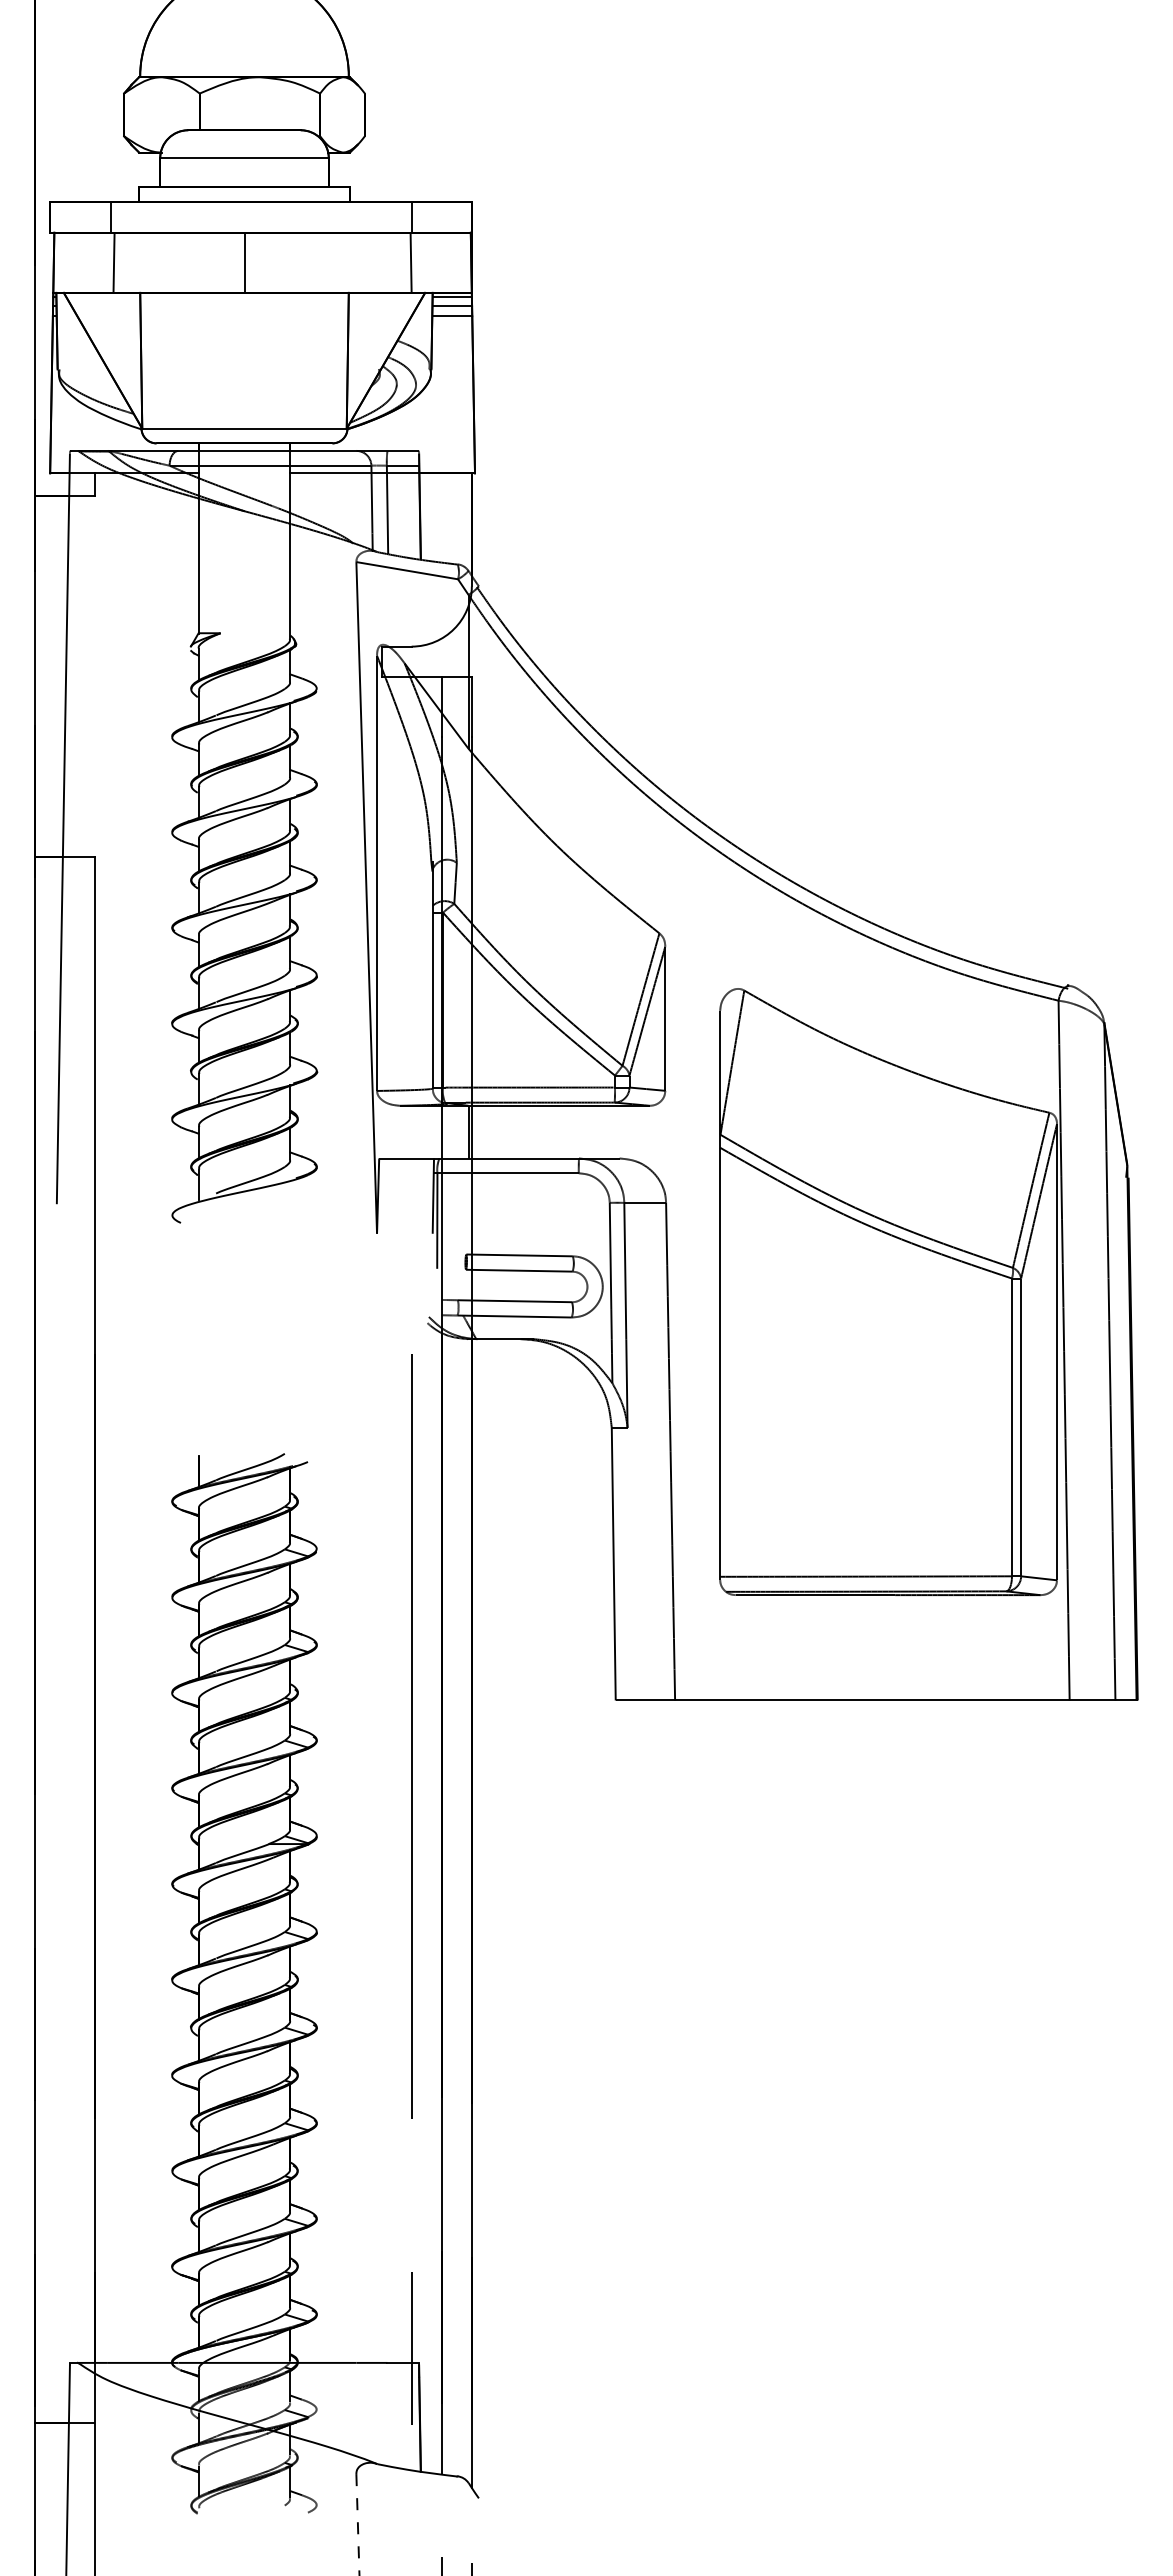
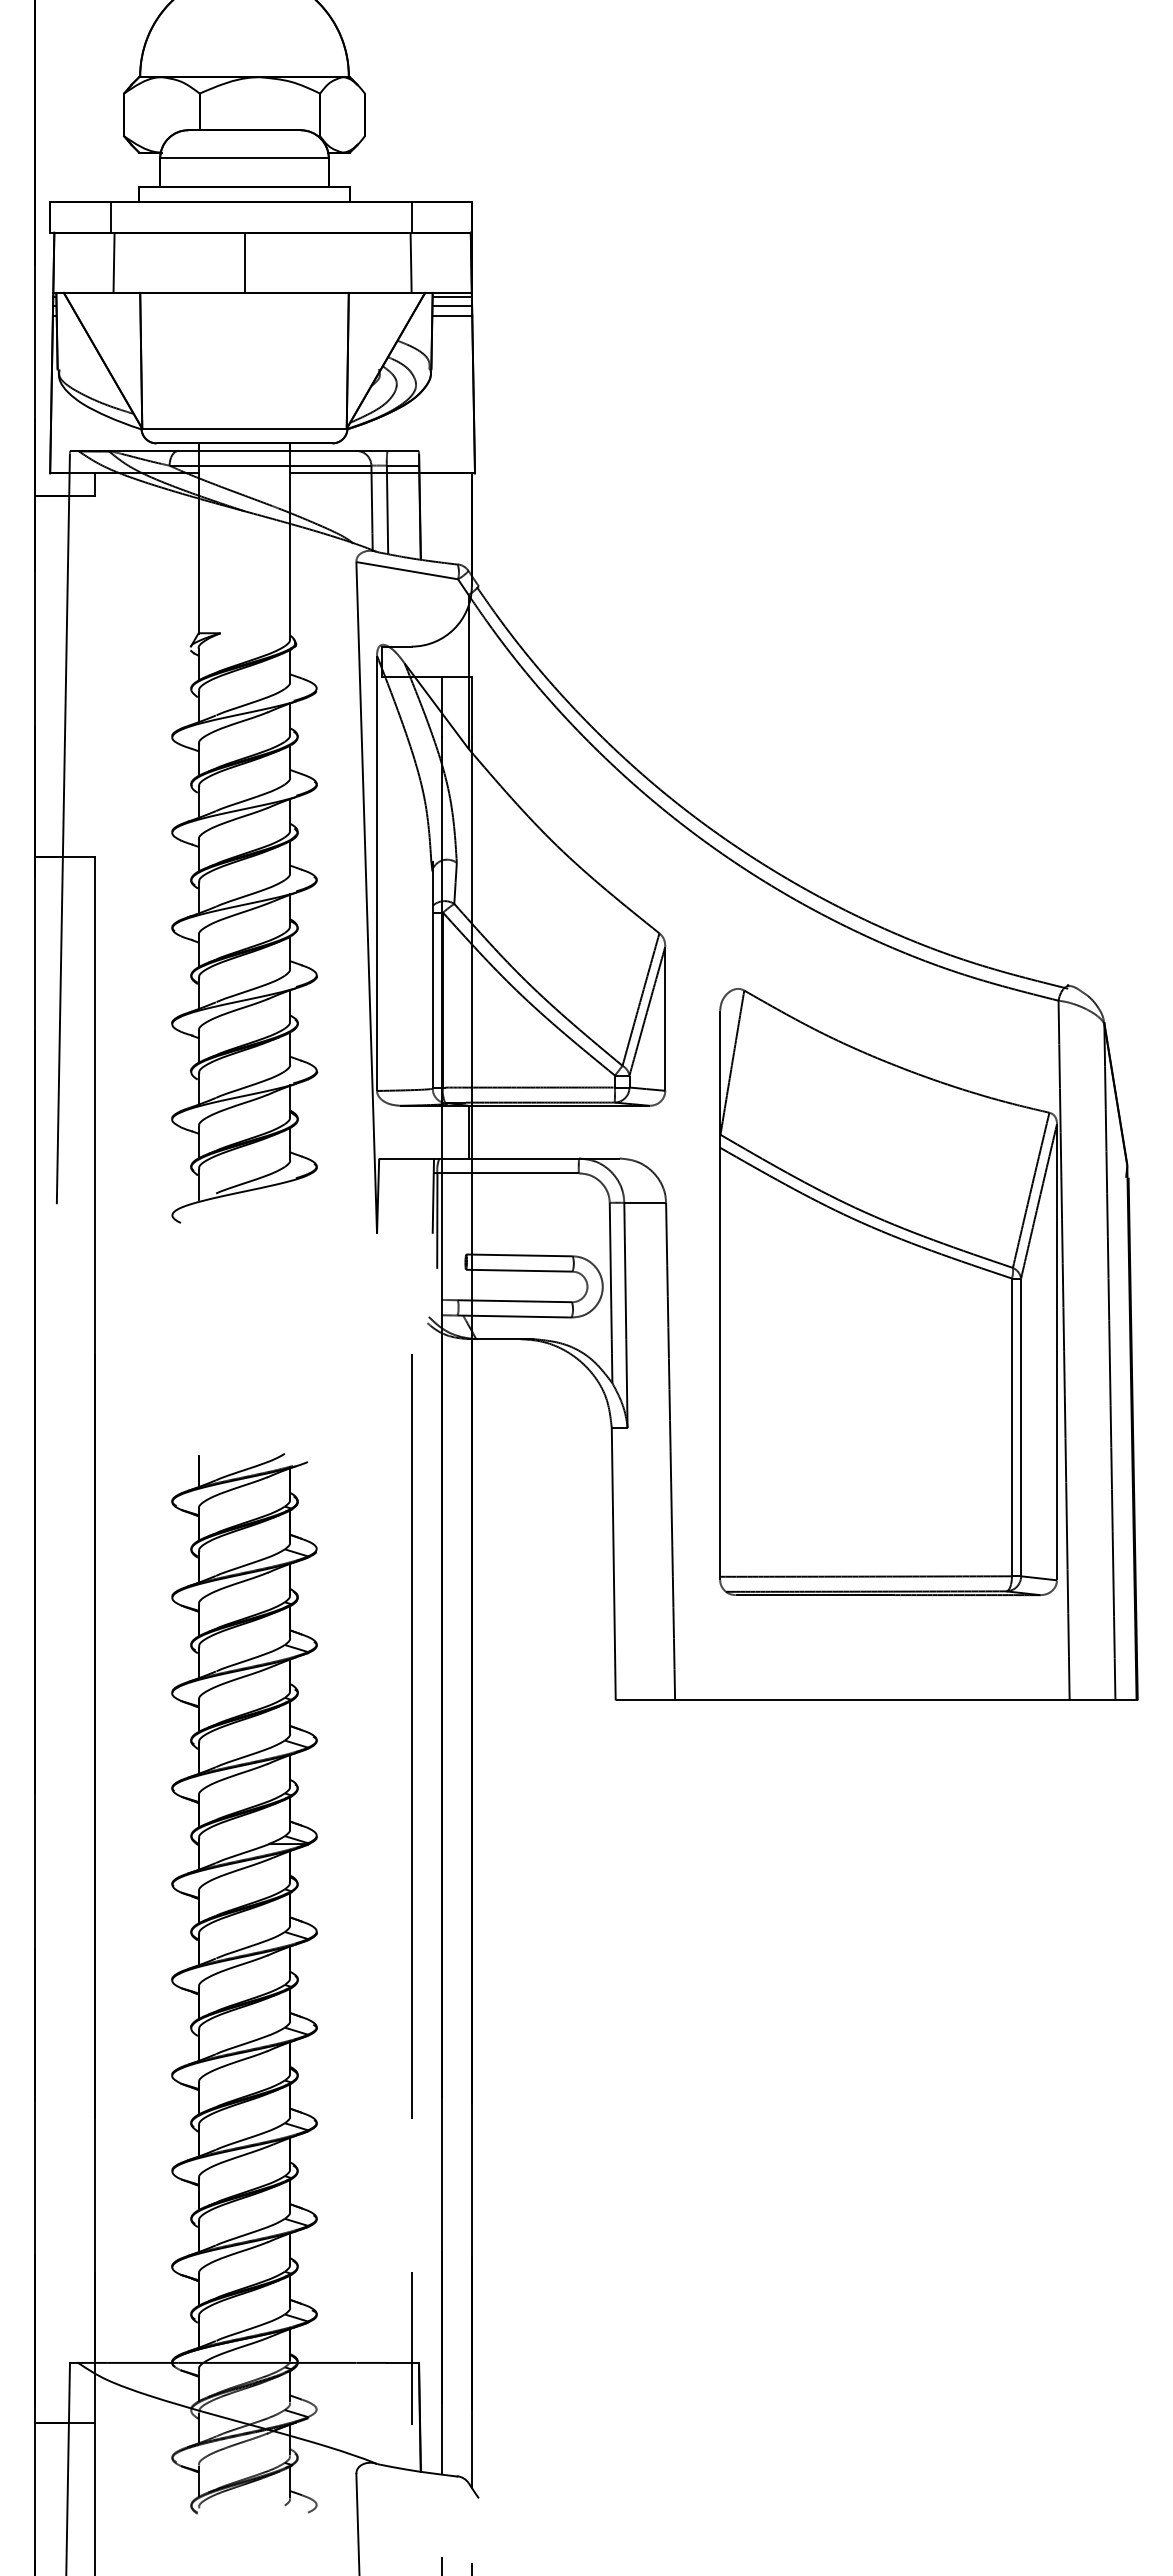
line at (357, 2524): dashed -> solid
